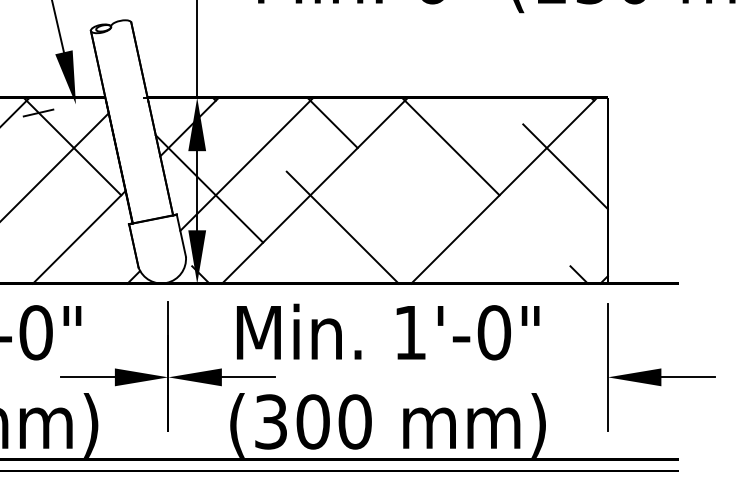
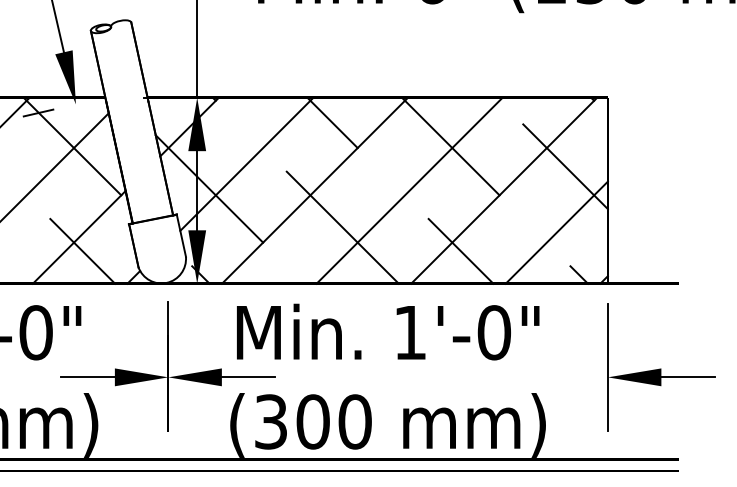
line at (409, 190): none -> present
line at (556, 232): none -> present
line at (82, 250): none -> present
line at (460, 250): none -> present
